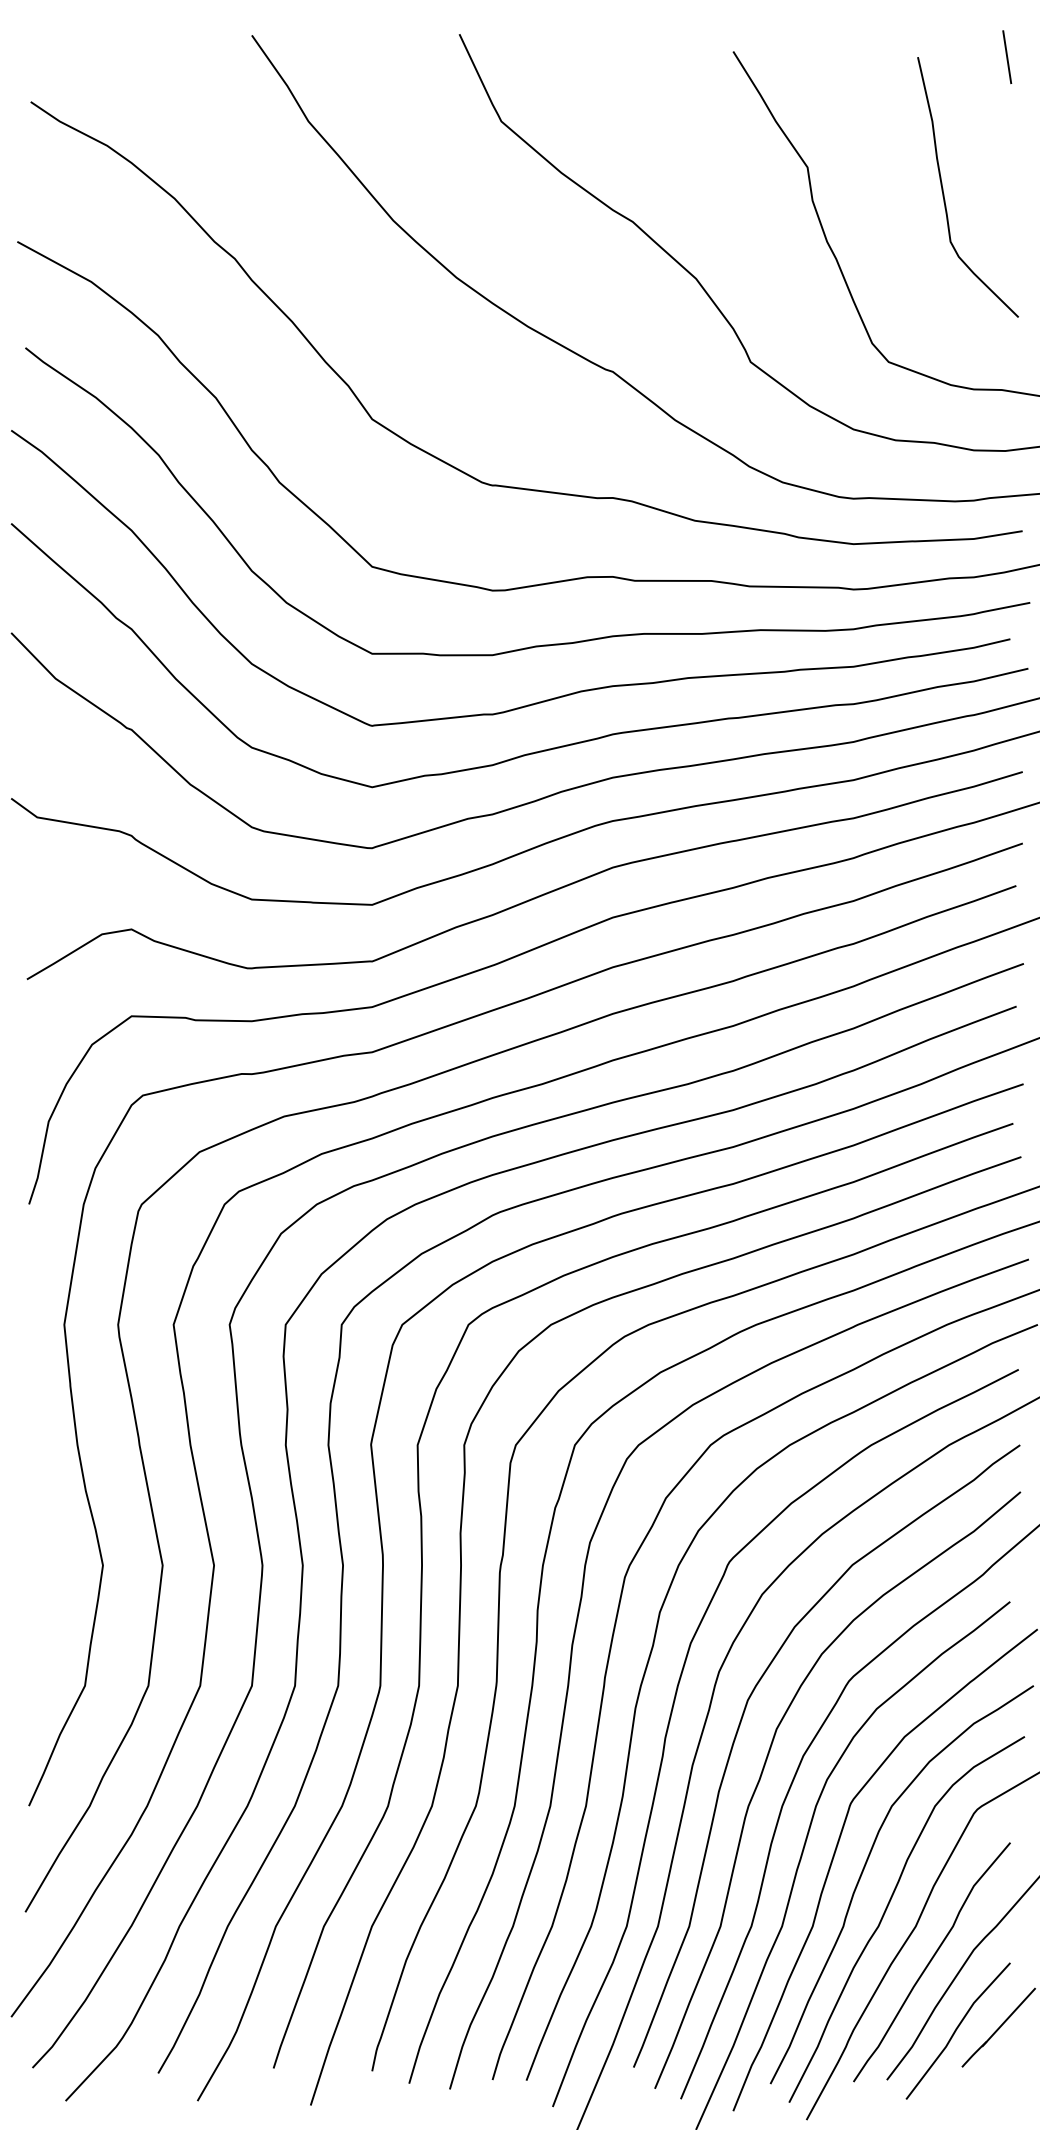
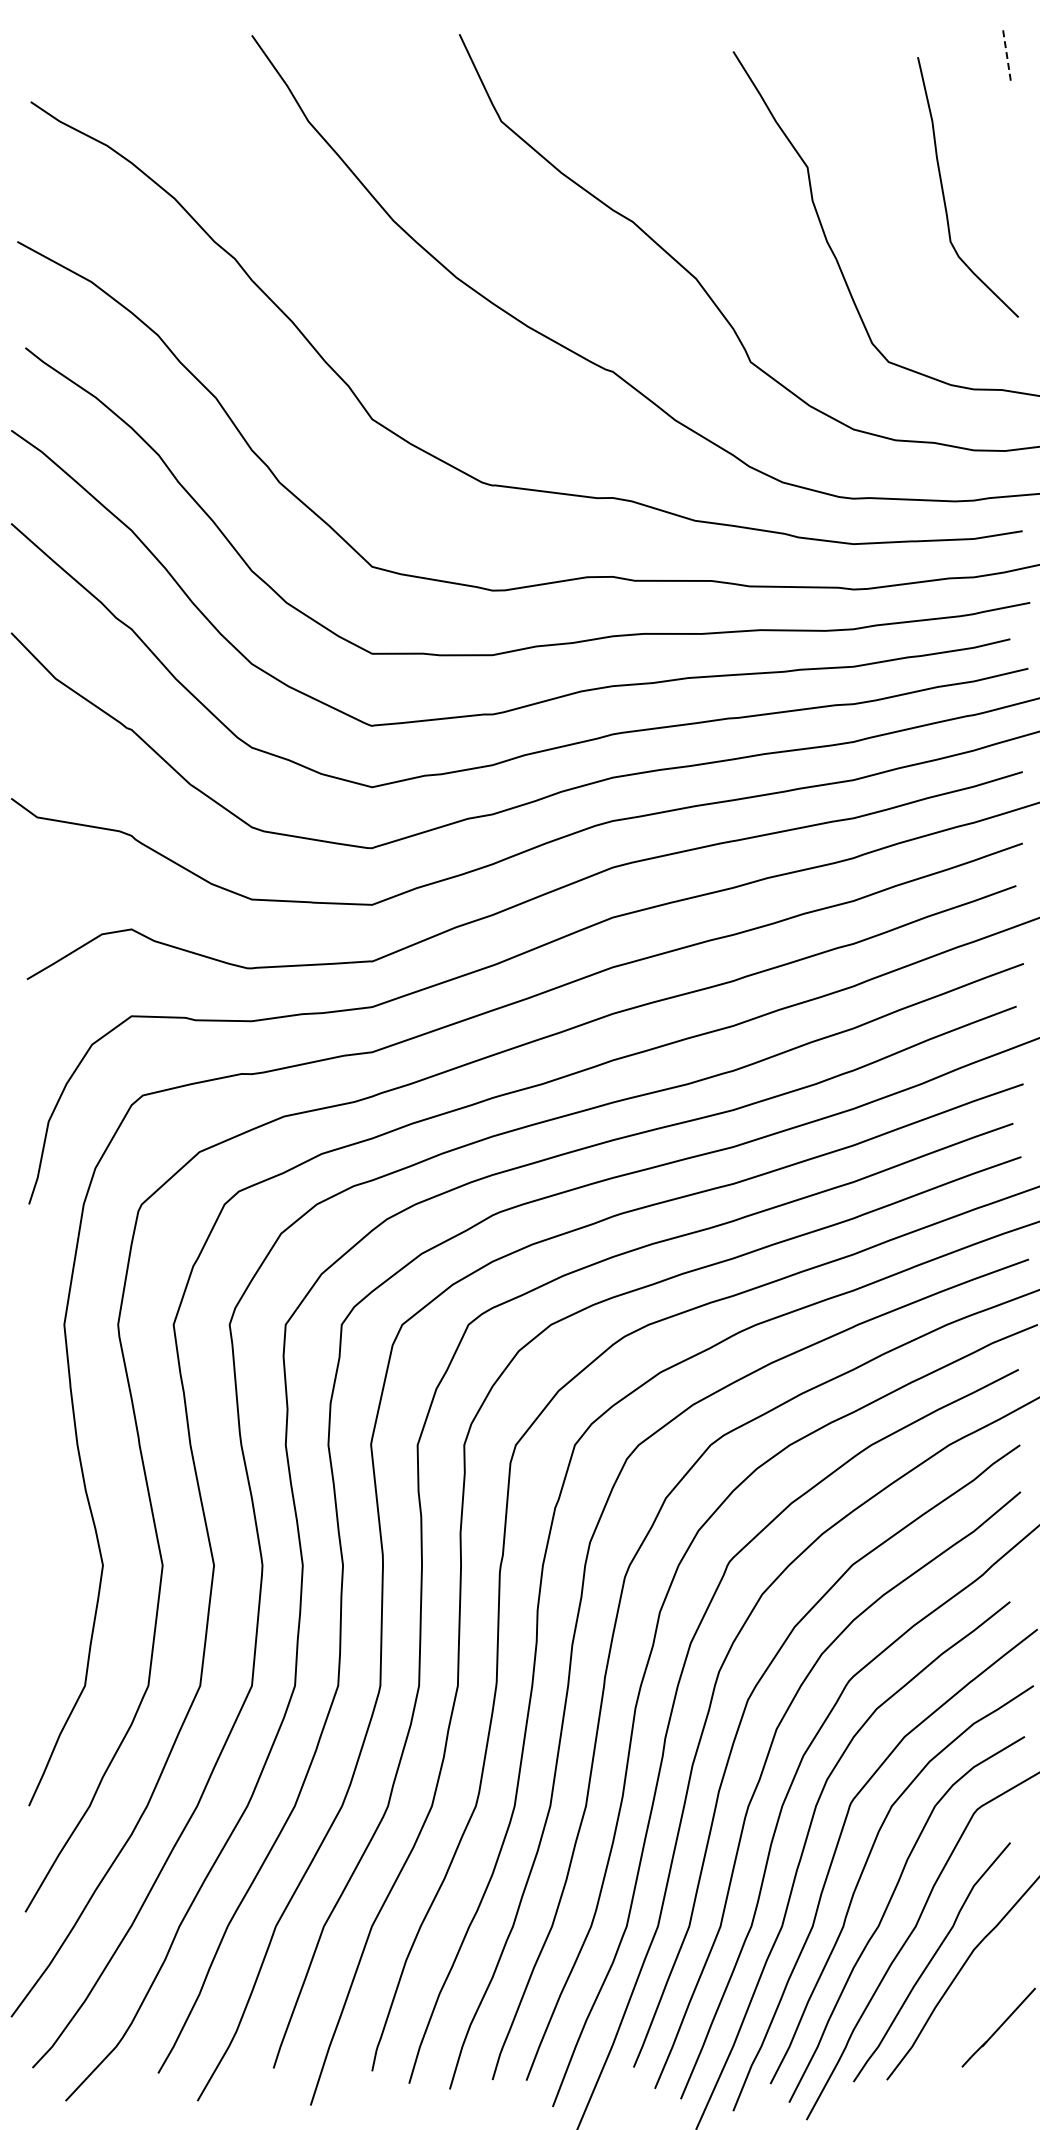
line at (1007, 57): solid -> dashed
line at (957, 2029): present -> none
